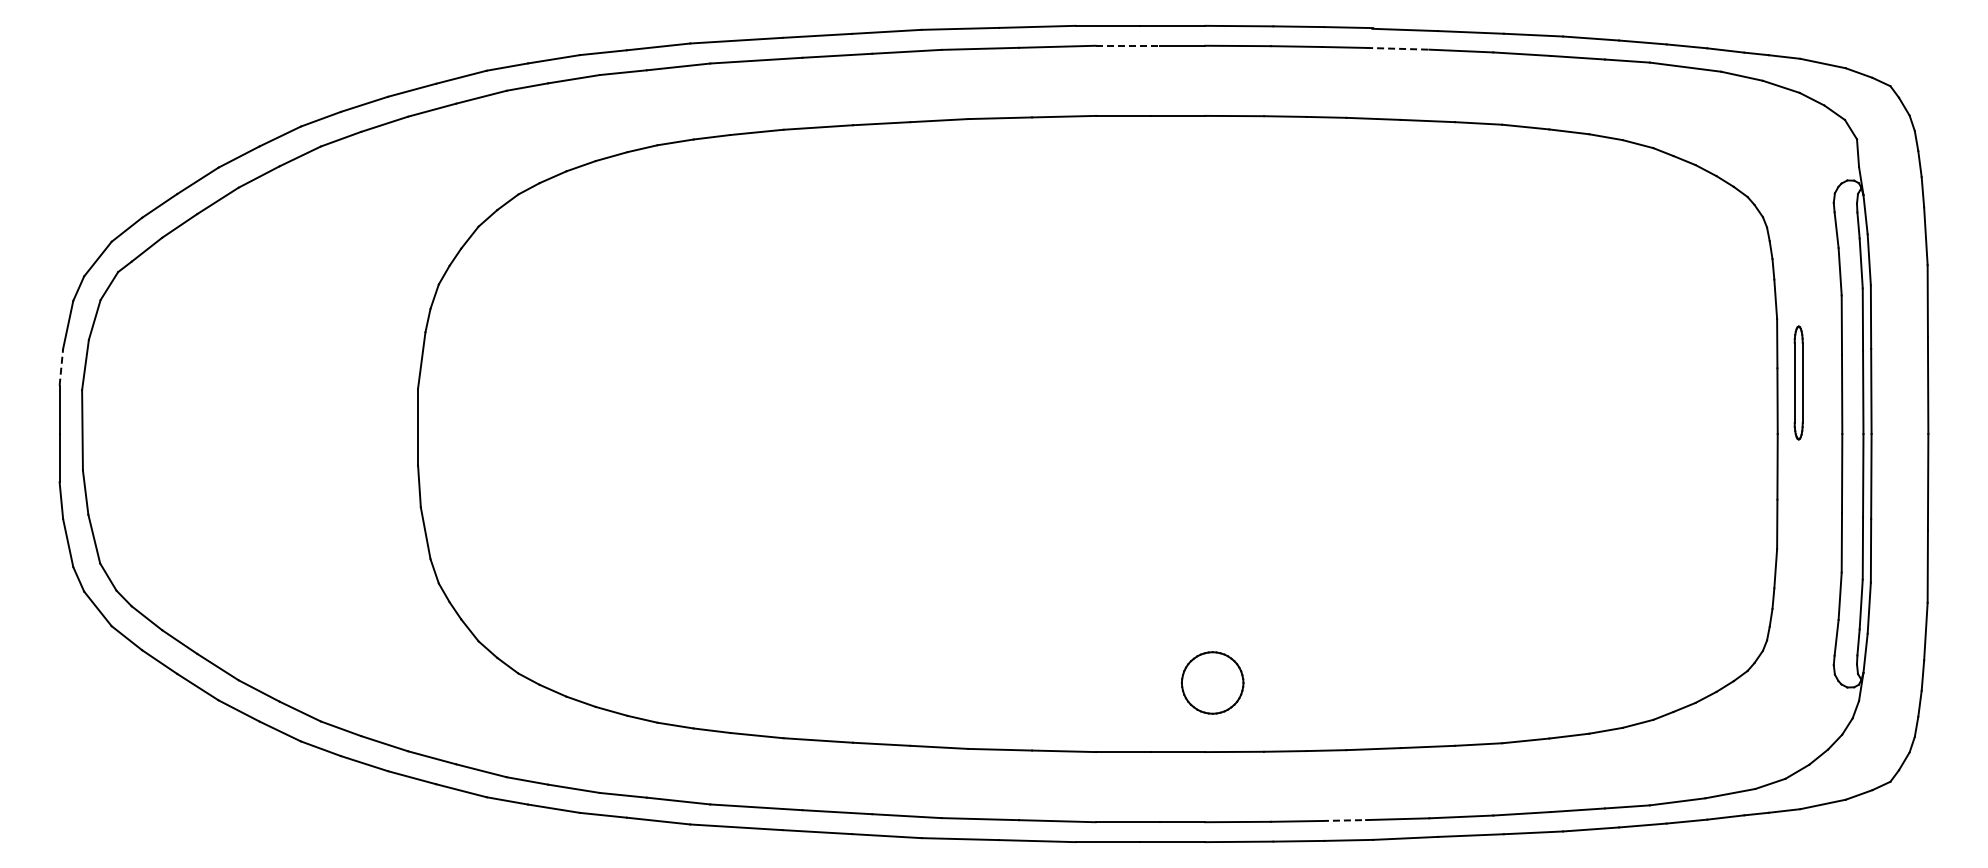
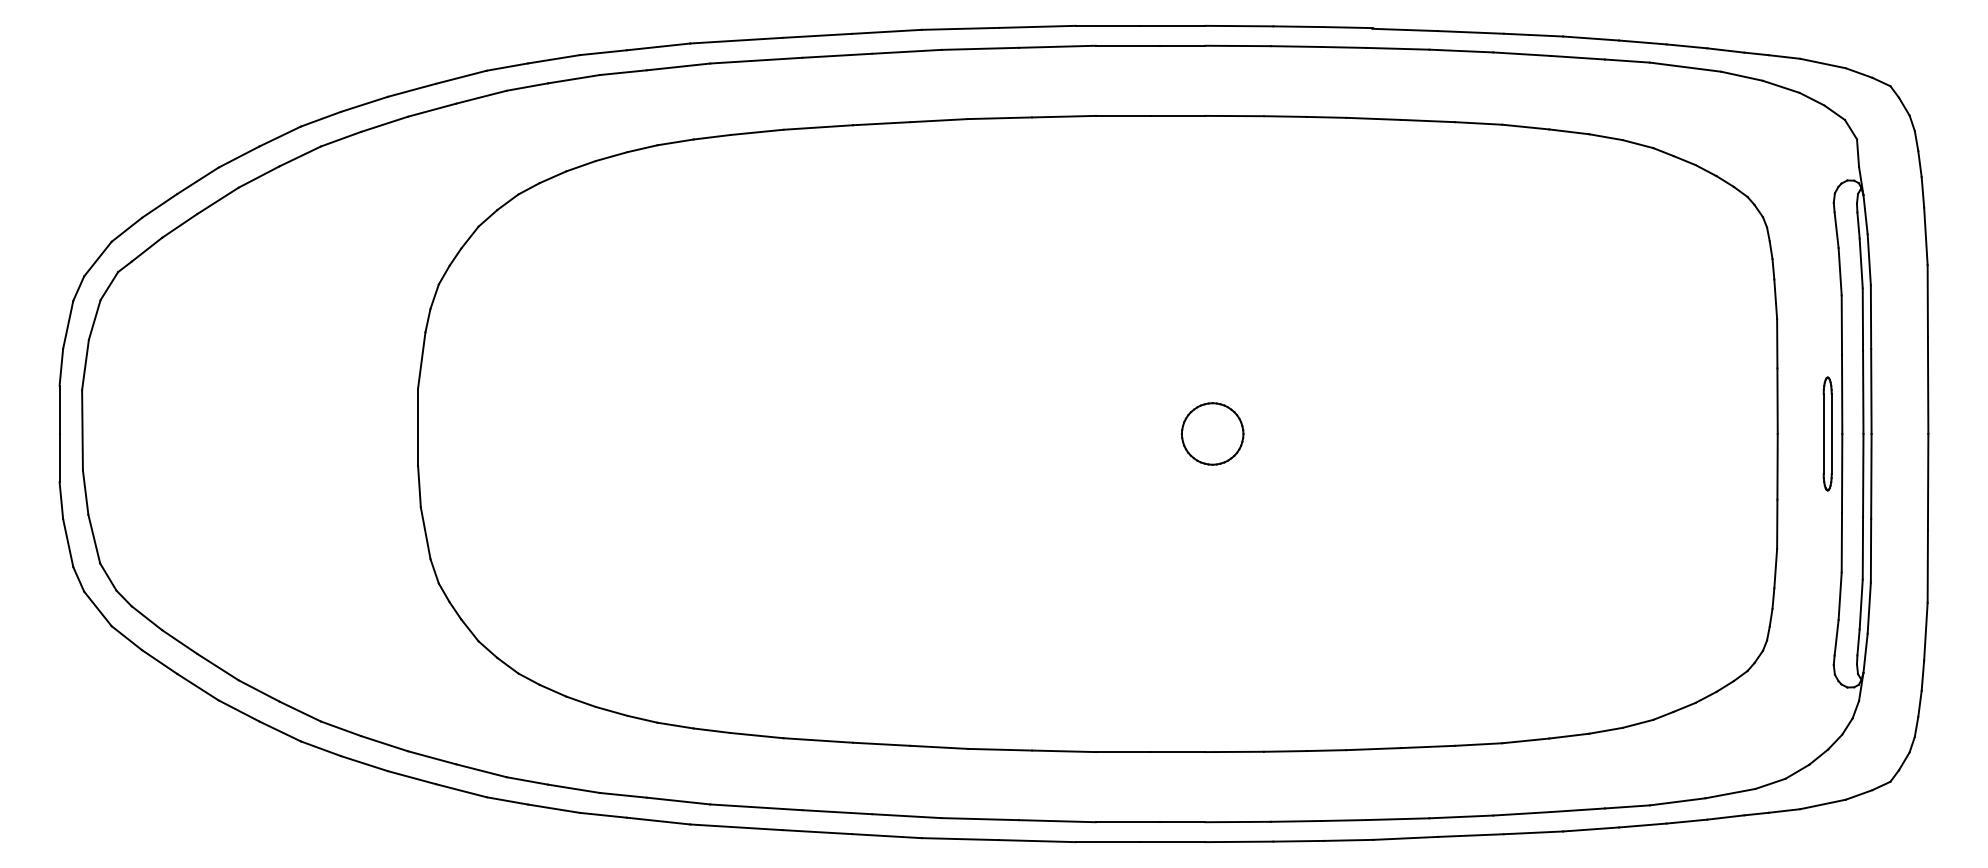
line at (1128, 45): dashed -> solid
line at (1397, 48): dashed -> solid
line at (61, 366): dashed -> solid
part at (1798, 382) position: (1798, 382) -> (1827, 433)
part at (1212, 682) position: (1212, 682) -> (1212, 433)
line at (1344, 820): dashed -> solid
